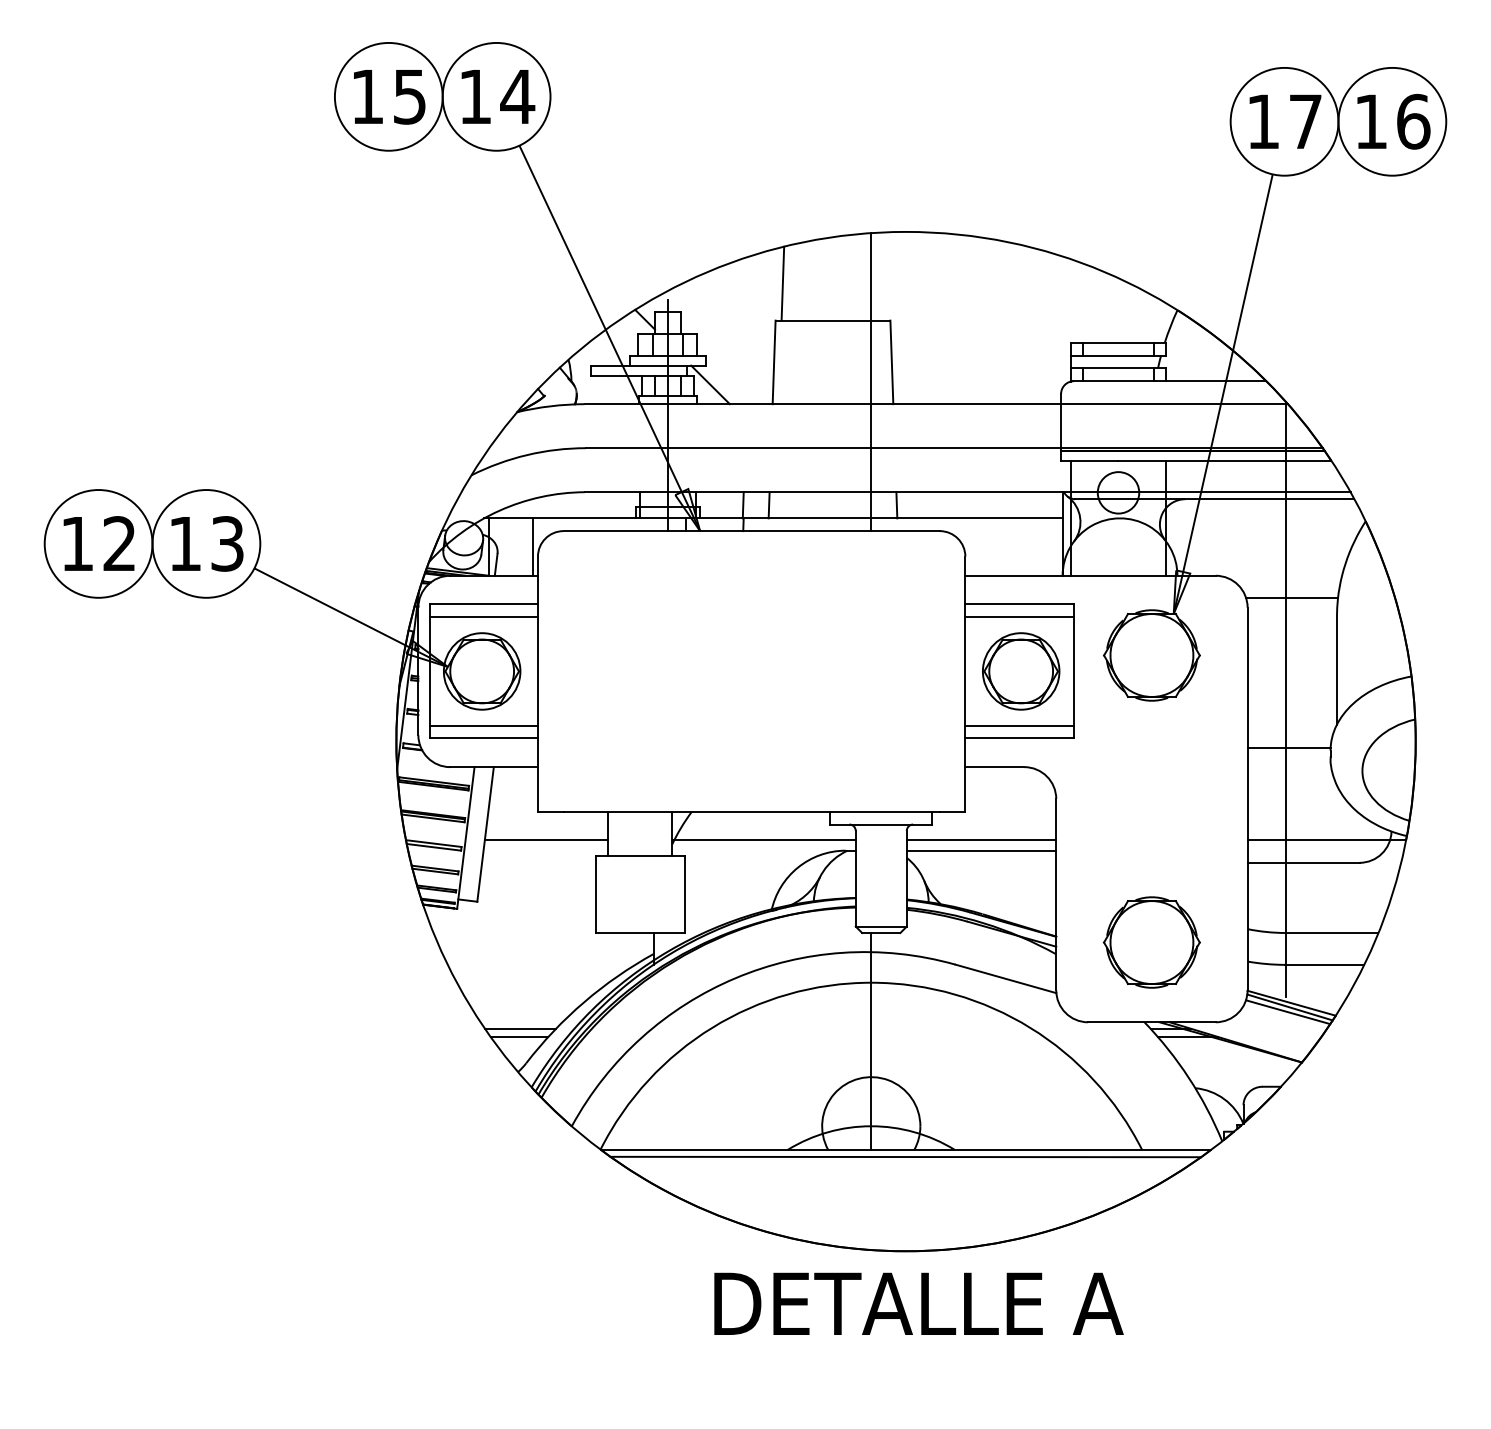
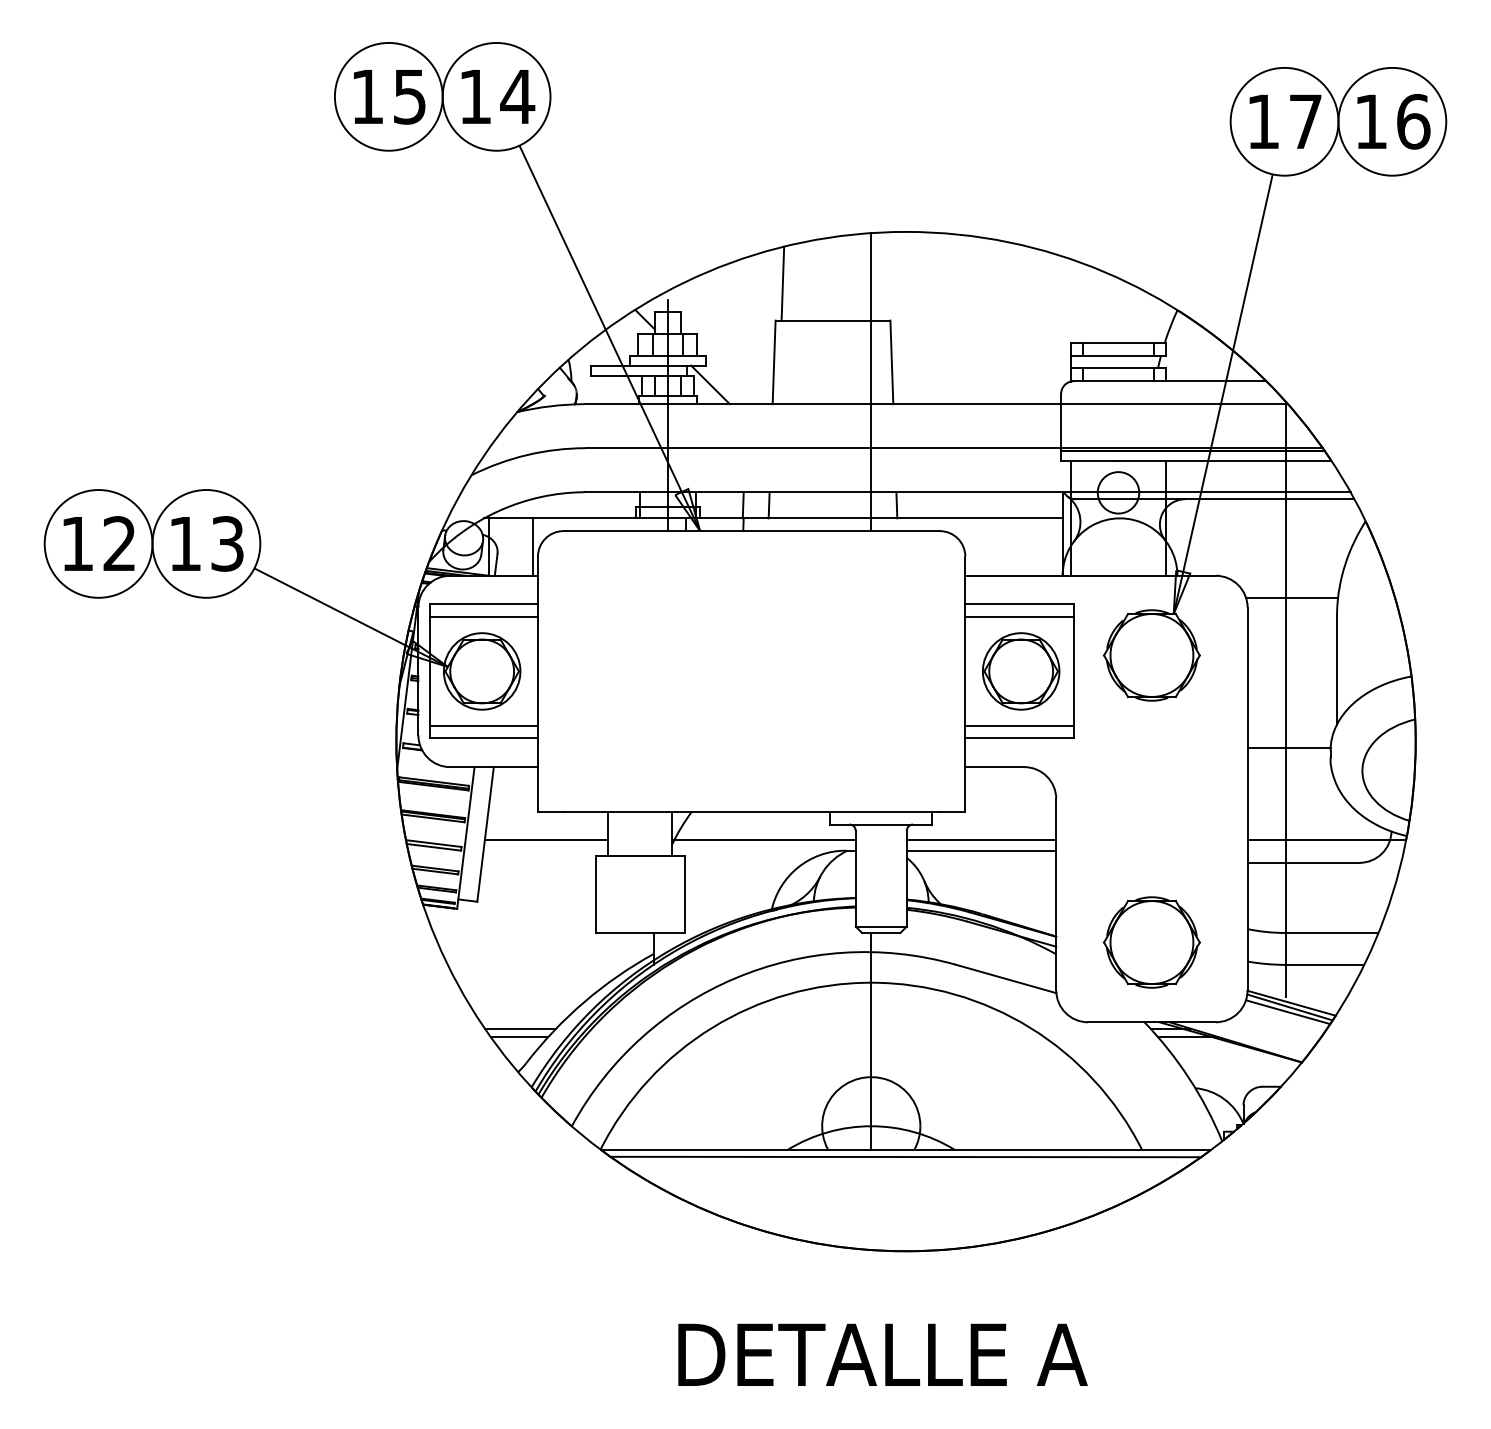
text at (918, 1303) position: (918, 1303) -> (882, 1354)
